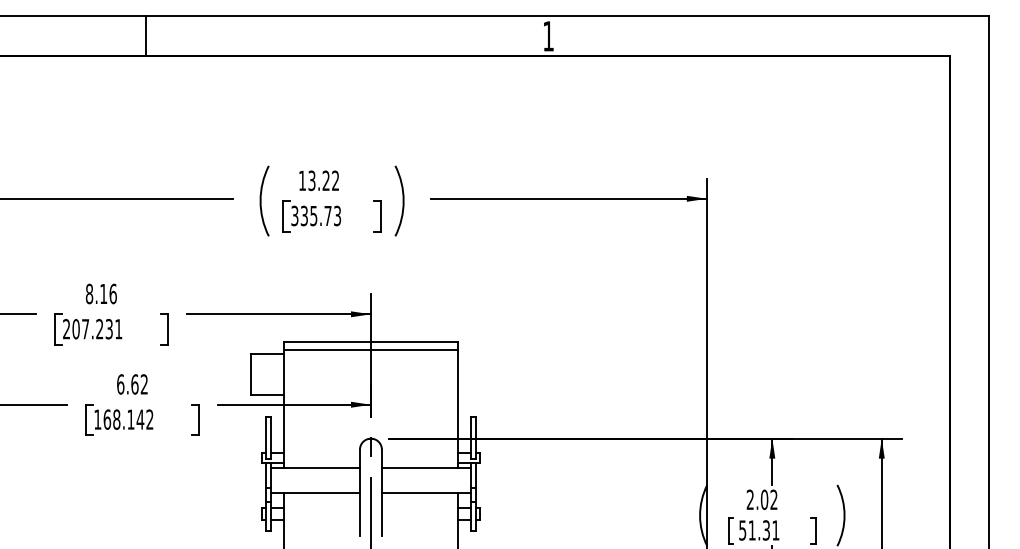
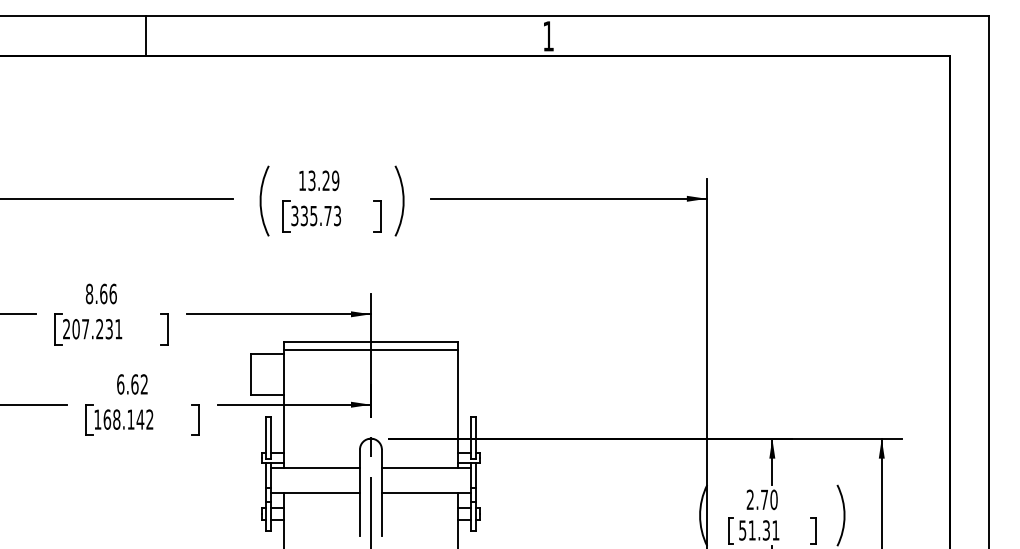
text at (335, 180): 13.22 -> 13.29
text at (103, 293): 8.16 -> 8.66
text at (768, 499): 2.02 -> 2.70
